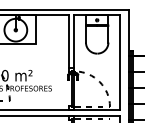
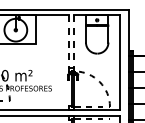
line at (68, 42): solid -> dashed
line at (74, 42): solid -> dashed
